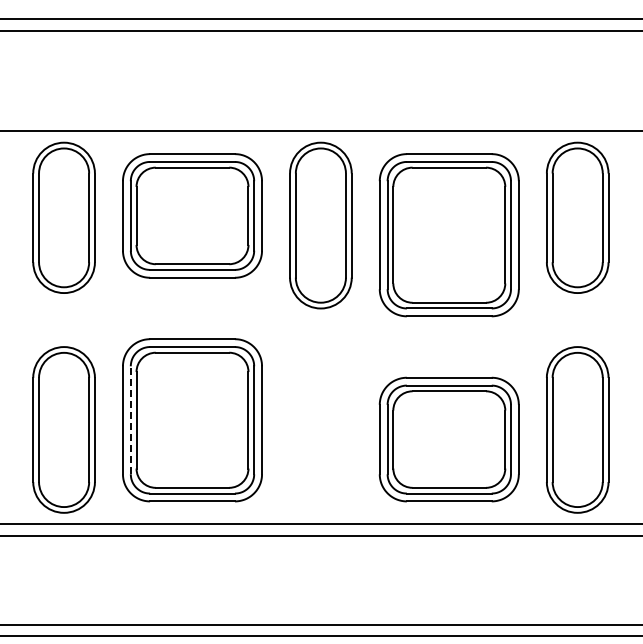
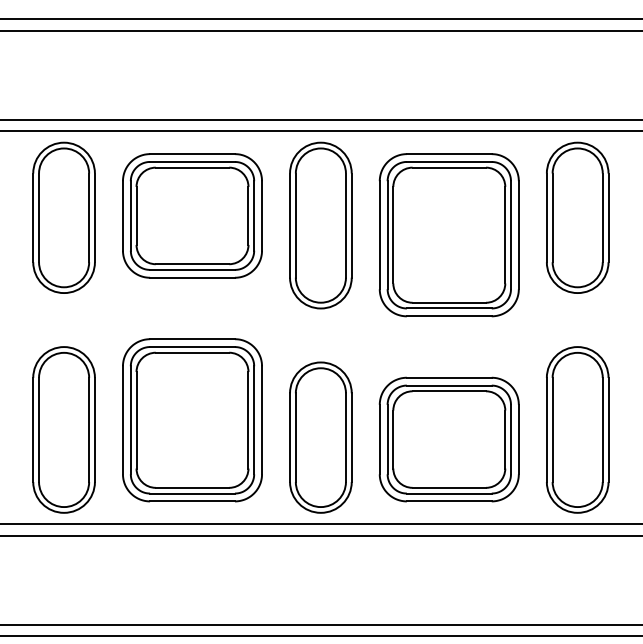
line at (320, 119): none -> present
line at (130, 419): dashed -> solid
part at (320, 437): none -> present
